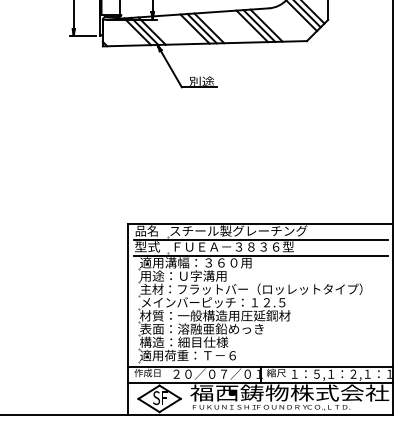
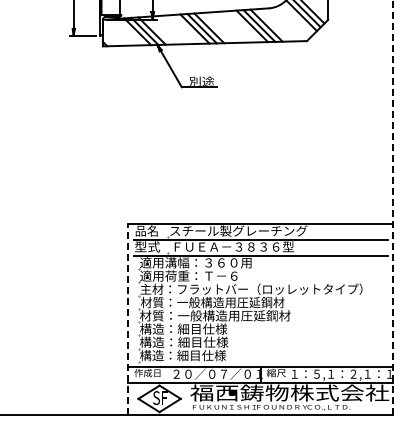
line at (393, 206): solid -> dashed
text at (188, 275): 用途：Ｕ字溝用 -> 適用荷重：Ｔ－６
text at (212, 302): メインバーピッチ：１２.５ -> 材質：一般構造用圧延鋼材
line at (128, 318): solid -> dashed
text at (201, 328): 表面：溶融亜鉛めっき -> 構造：細目仕様
text at (187, 355): 適用荷重：Ｔ－６ -> 構造：細目仕様
